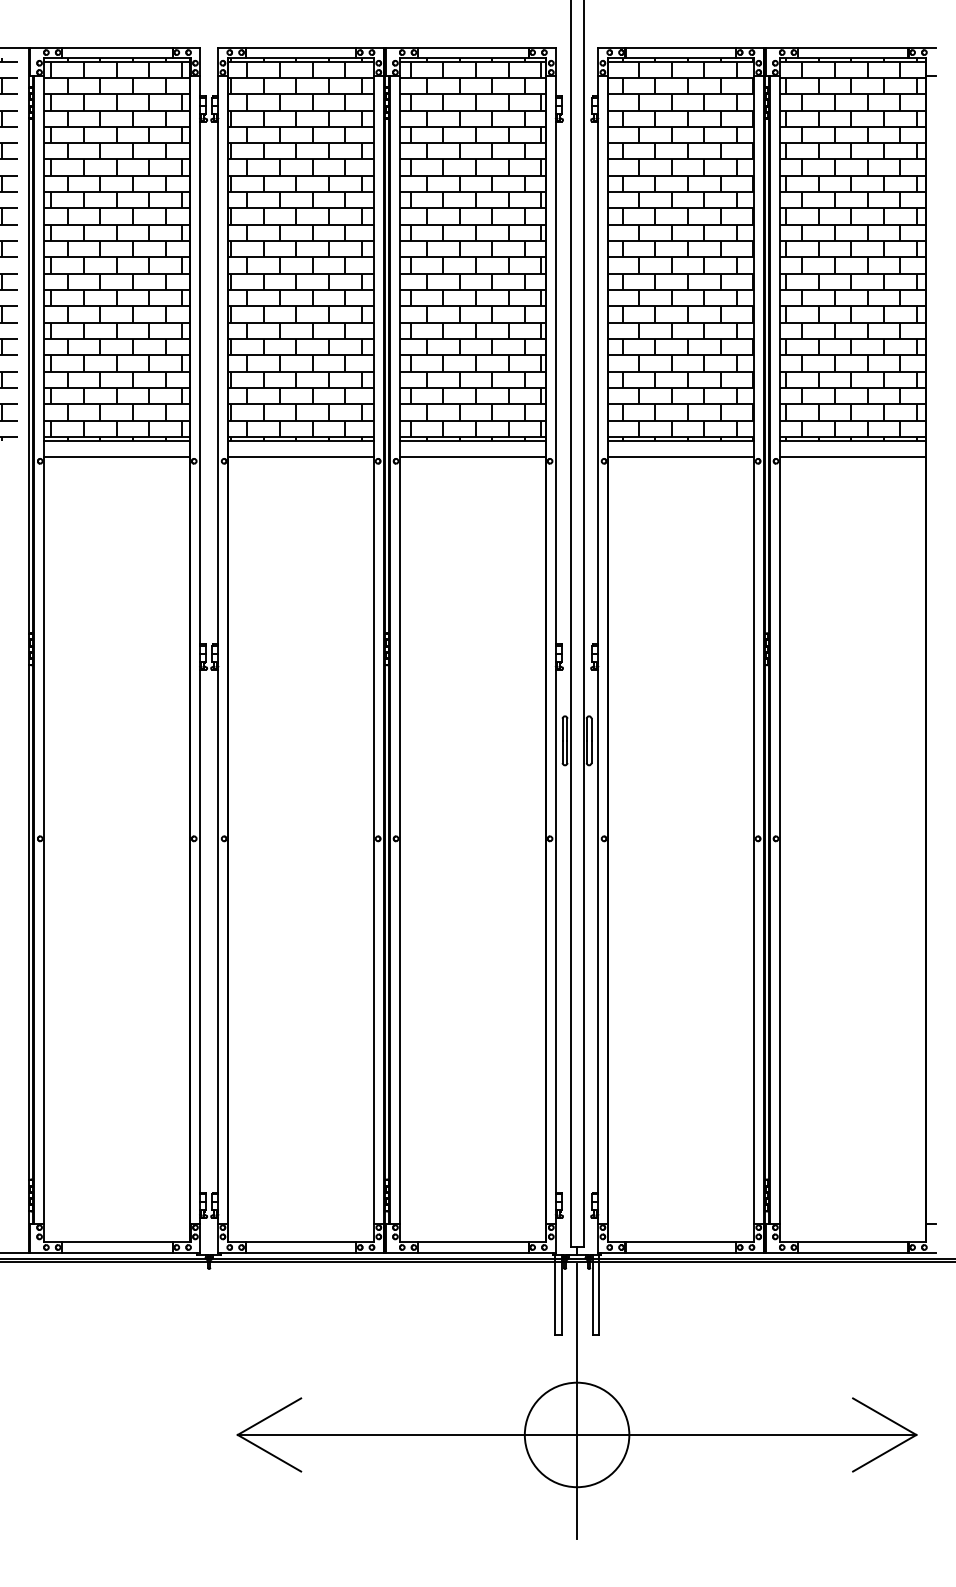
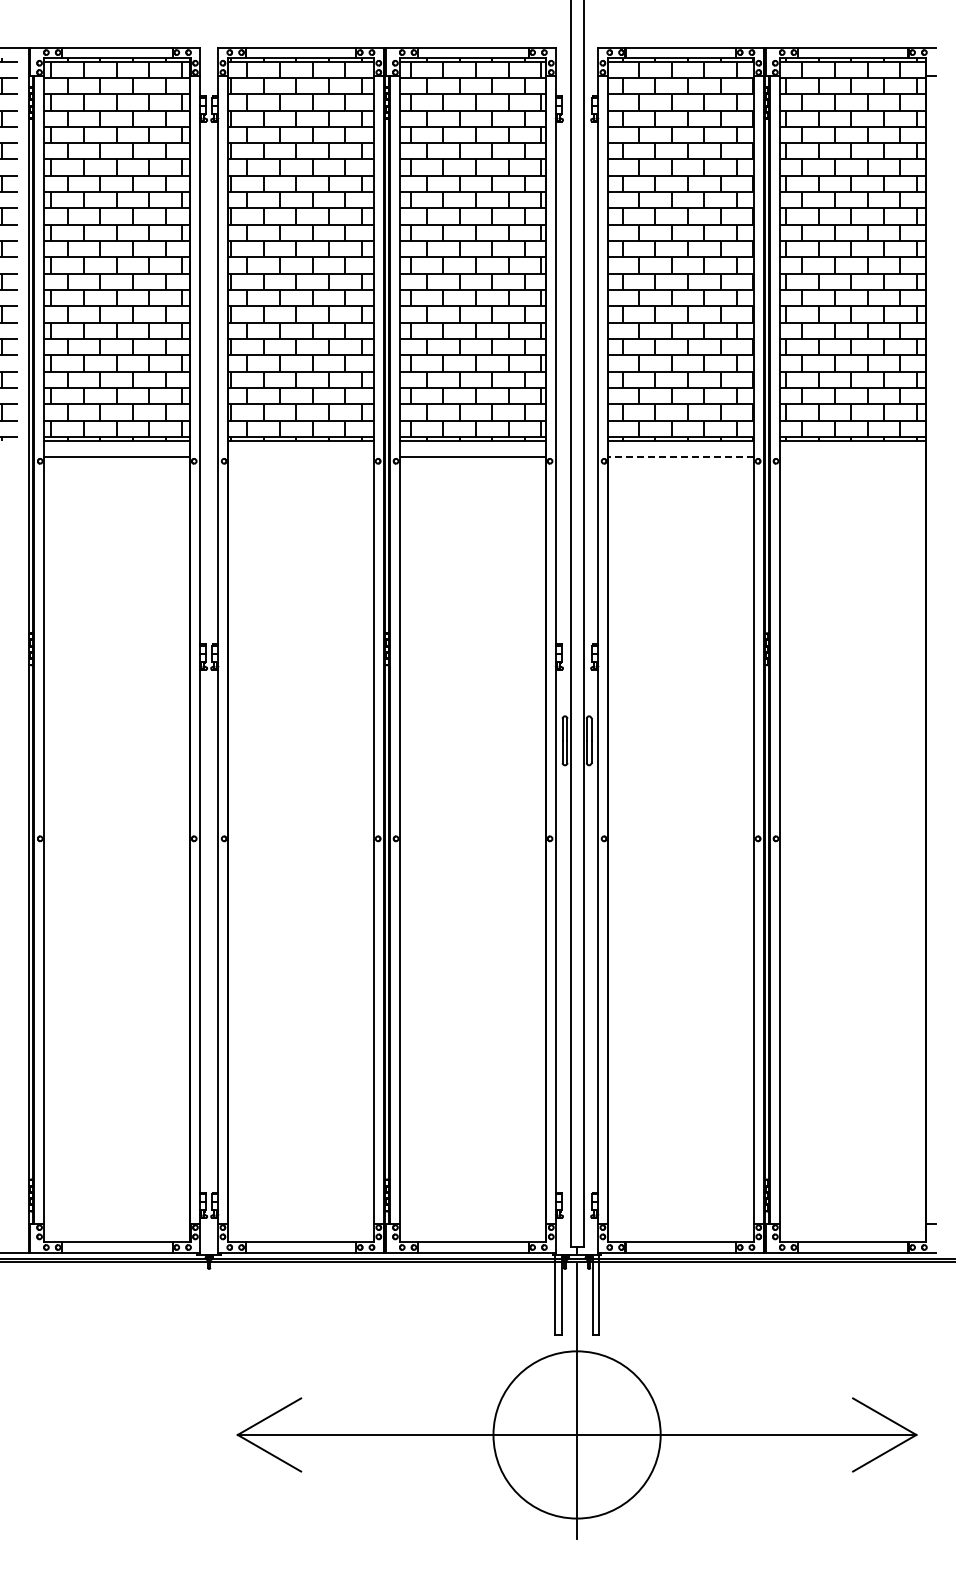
line at (301, 457): present -> none
line at (681, 457): solid -> dashed
line at (852, 457): present -> none
circle at (576, 1434) diameter: 105 px -> 167 px
